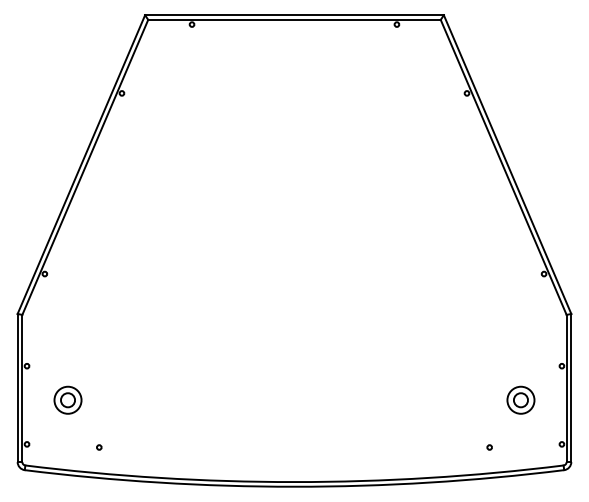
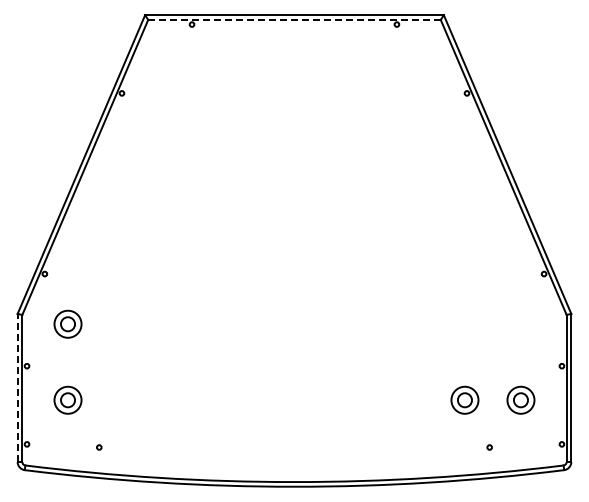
line at (294, 19): solid -> dashed
part at (67, 323): none -> present
line at (17, 387): solid -> dashed
part at (464, 399): none -> present
